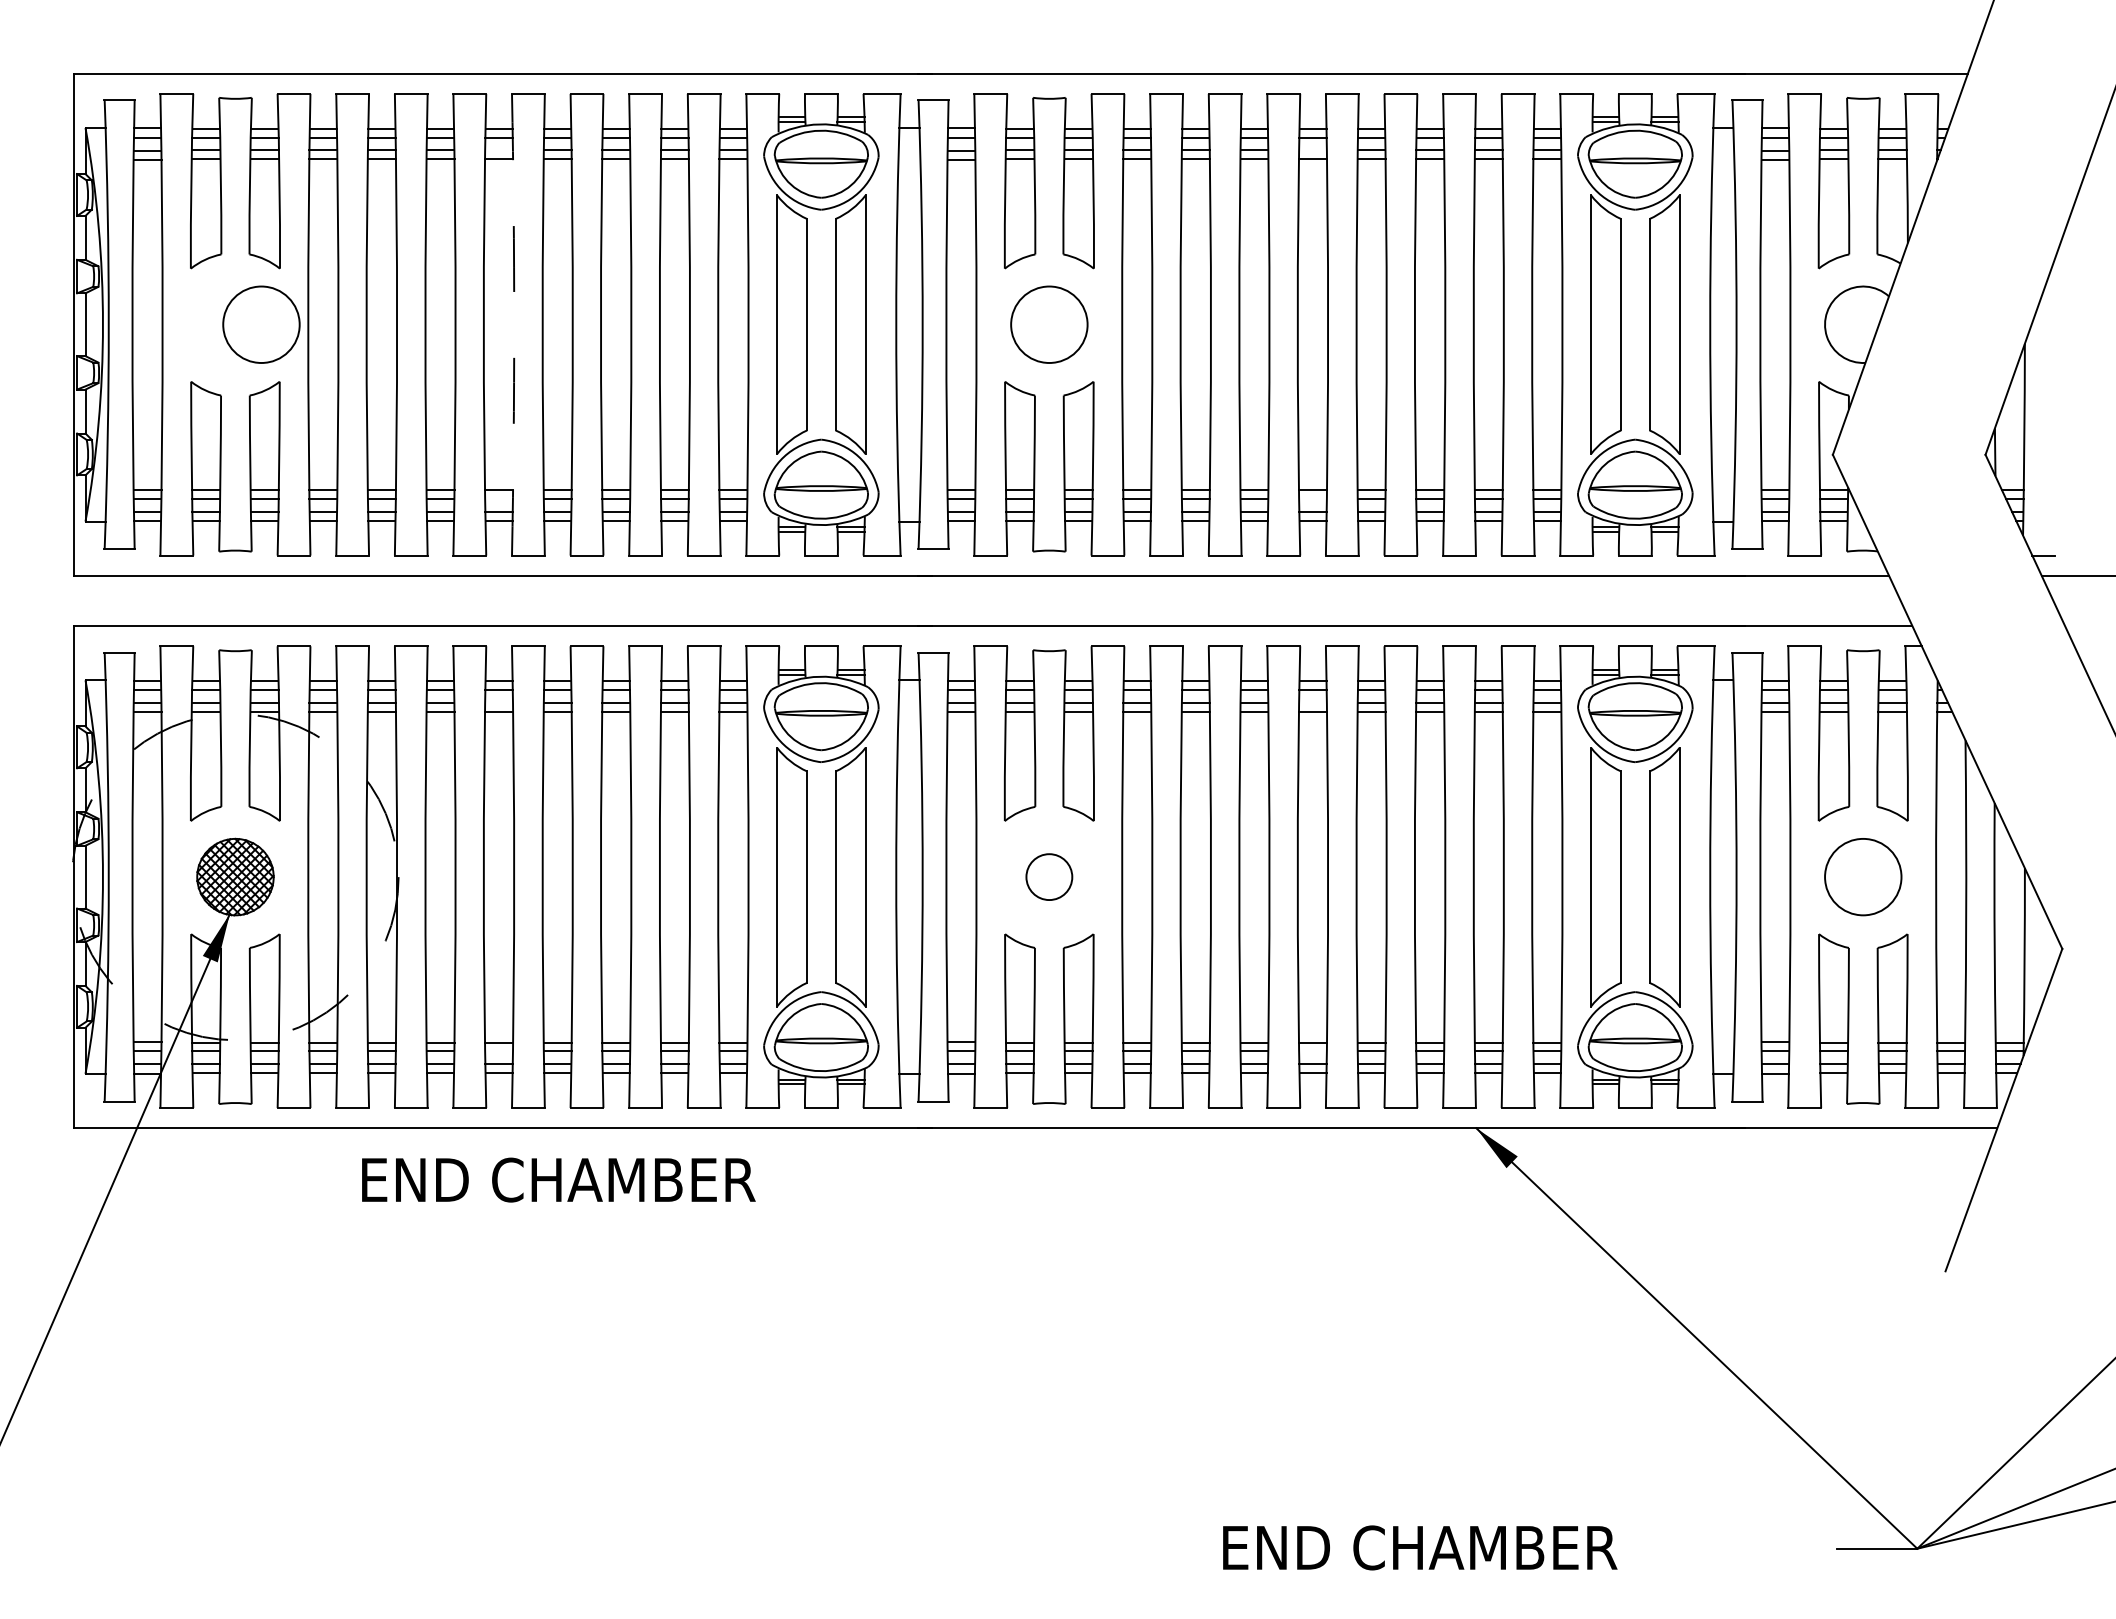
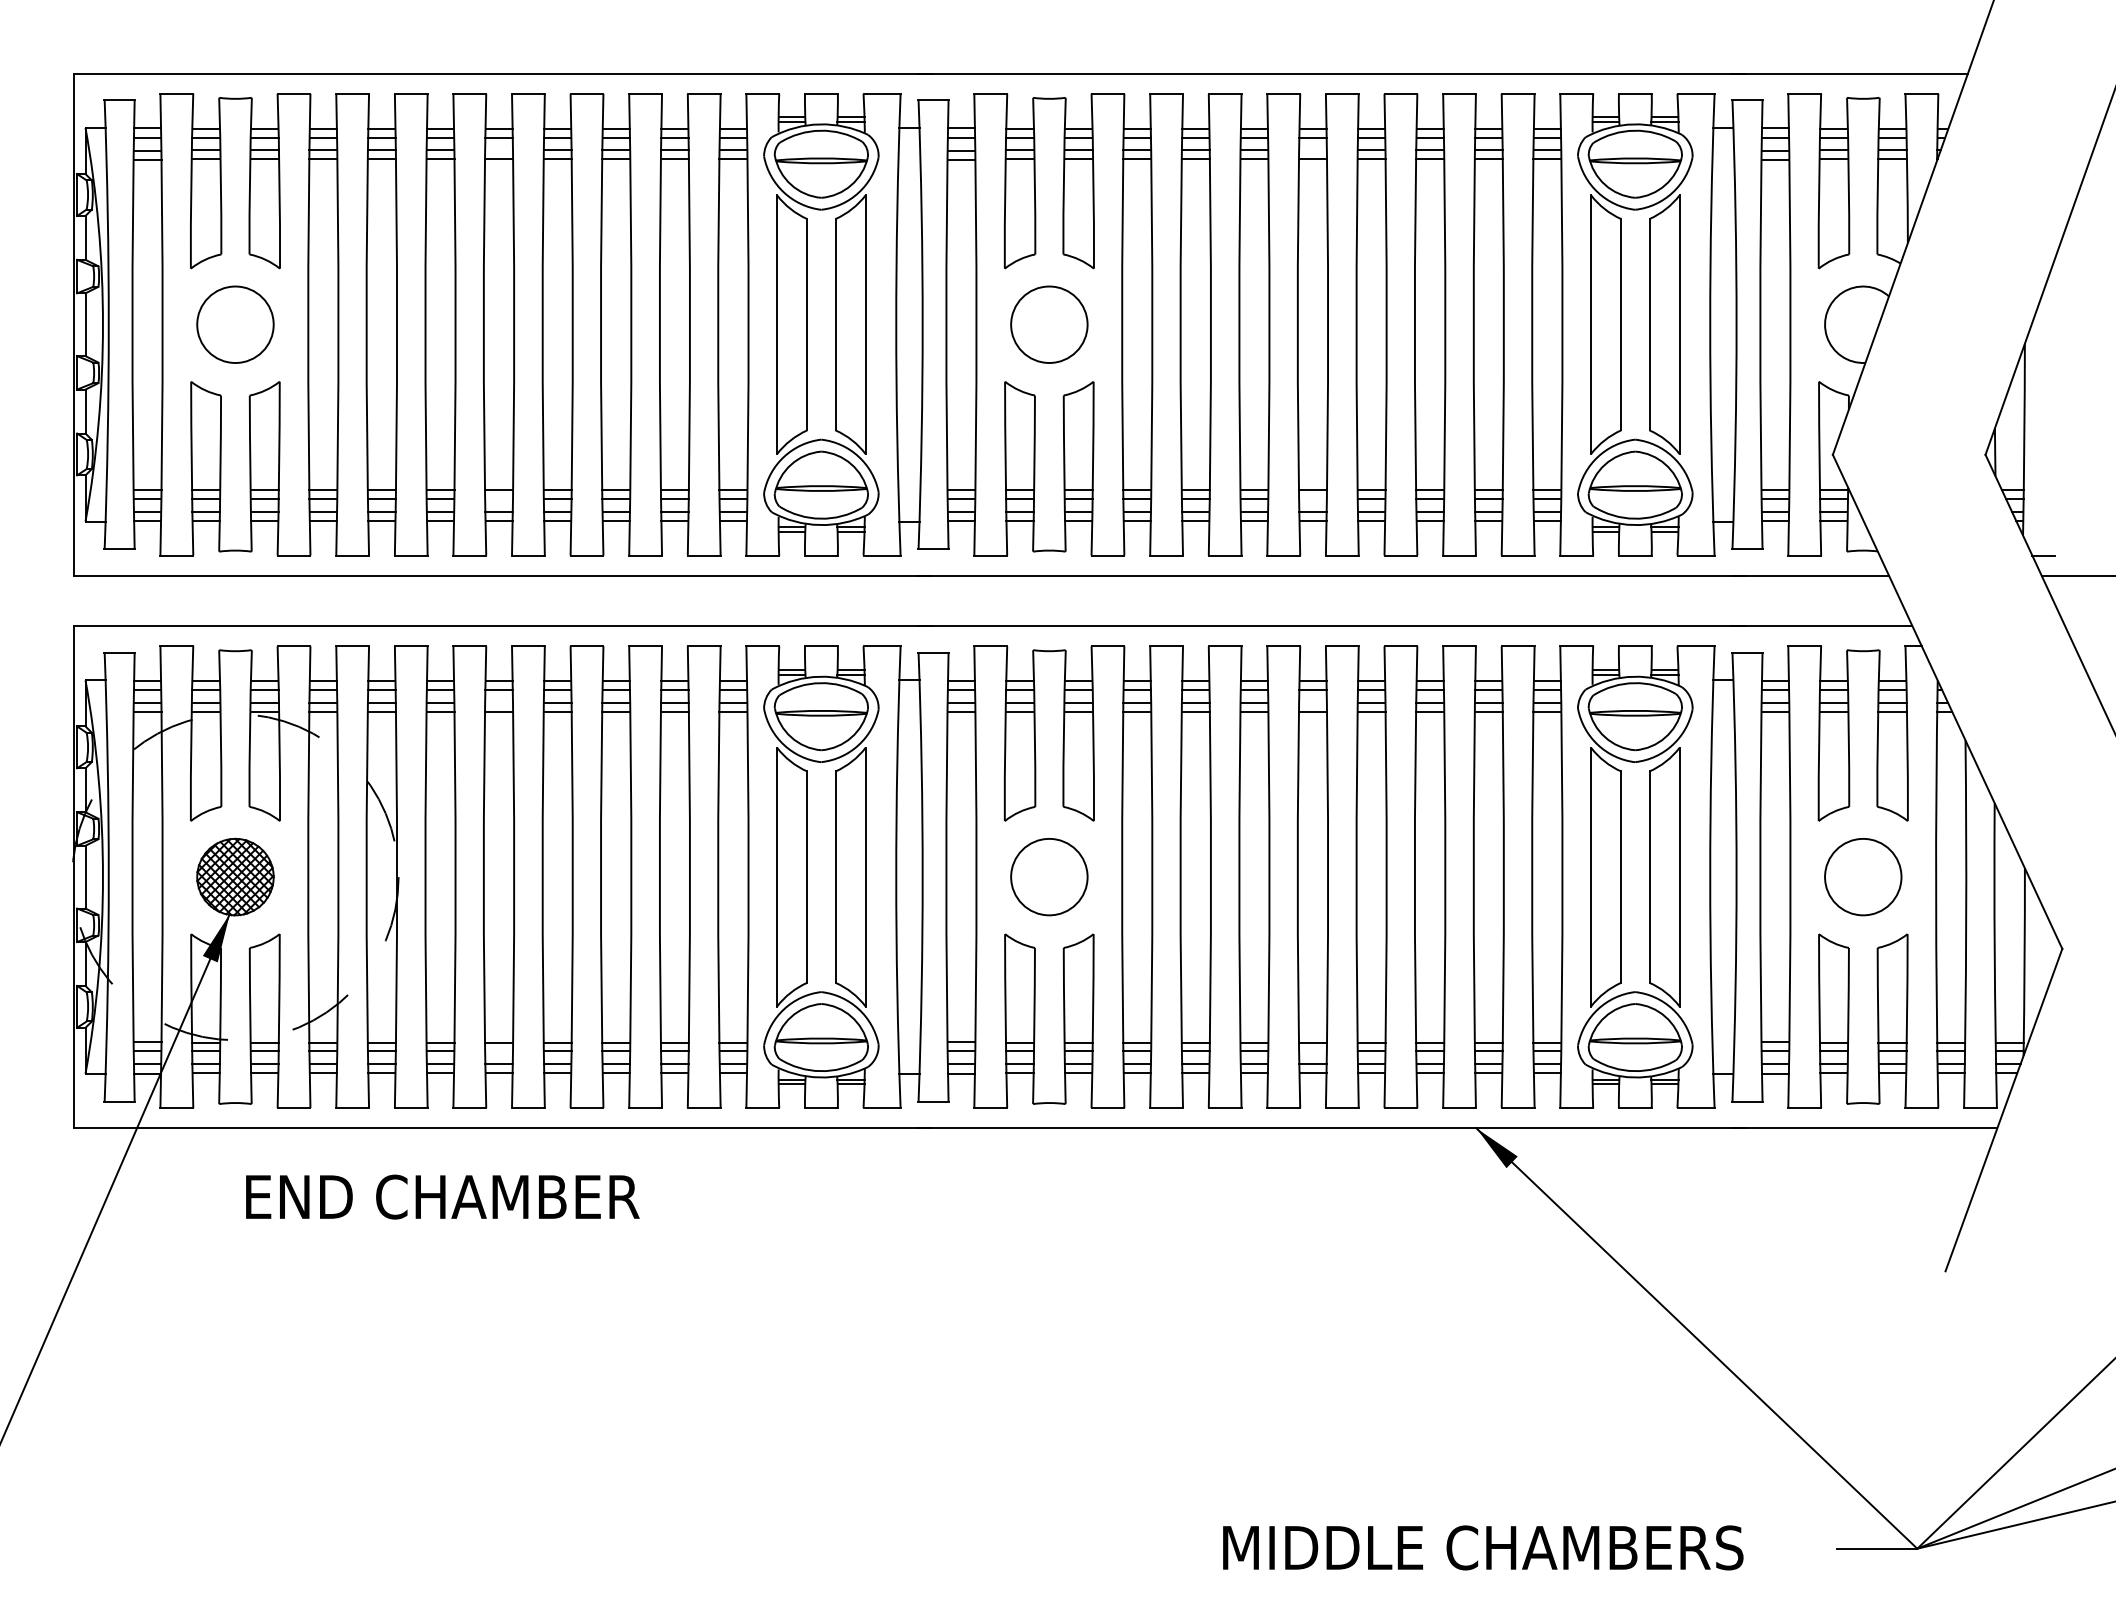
circle at (261, 324) position: (261, 324) -> (235, 324)
arc at (514, 324): dashed -> solid
circle at (1049, 877) diameter: 46 px -> 76 px
text at (558, 1179) position: (558, 1179) -> (442, 1196)
text at (1485, 1547): END CHAMBER -> MIDDLE CHAMBERS
